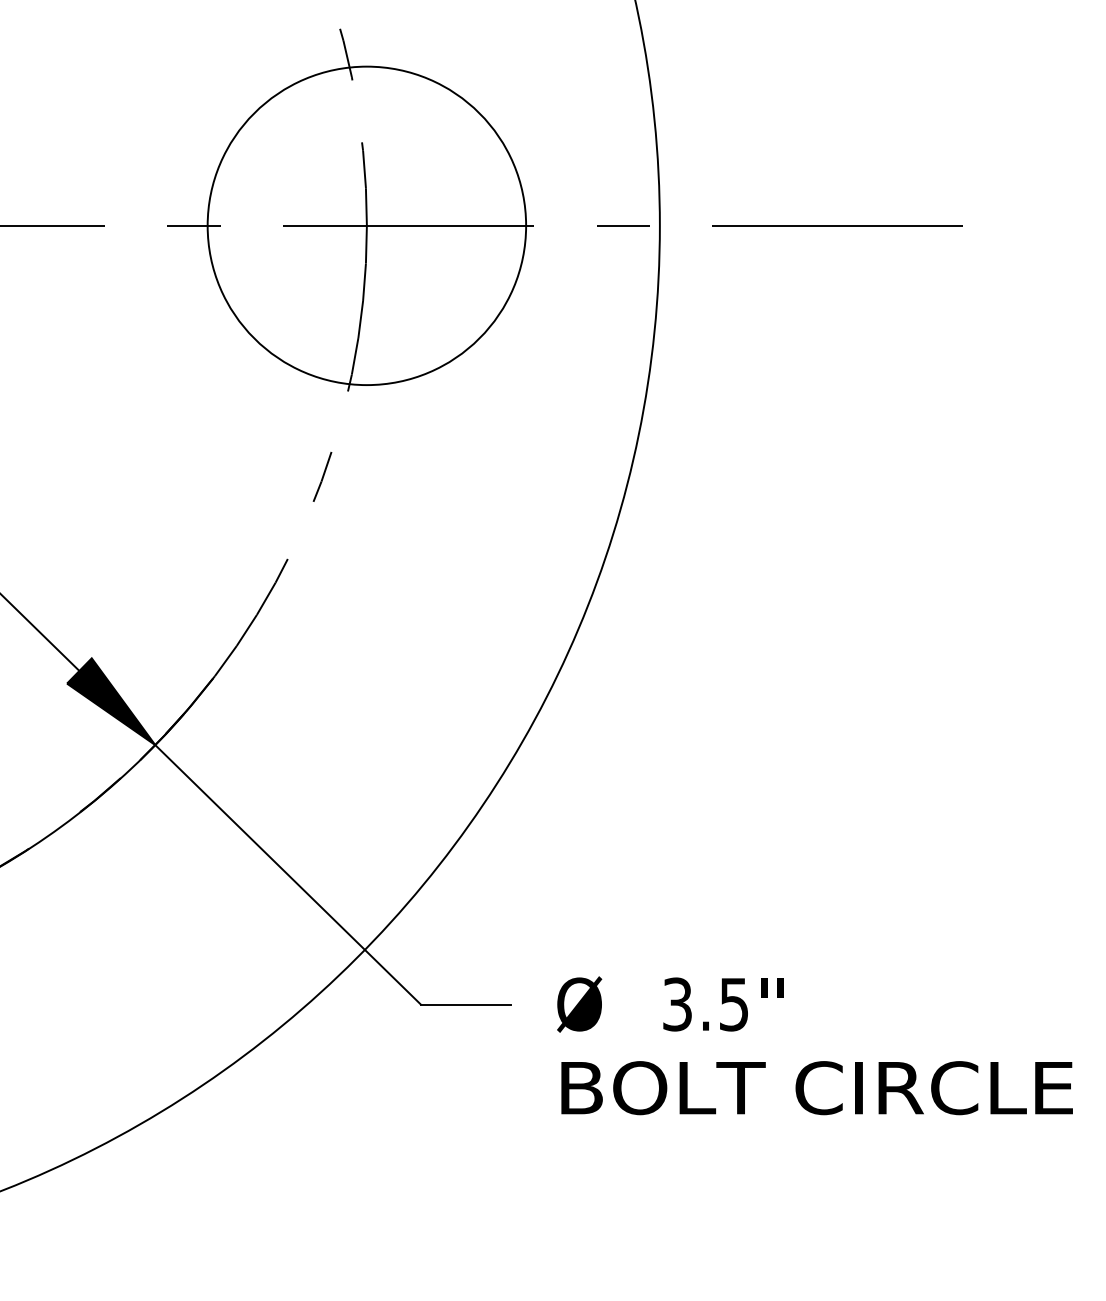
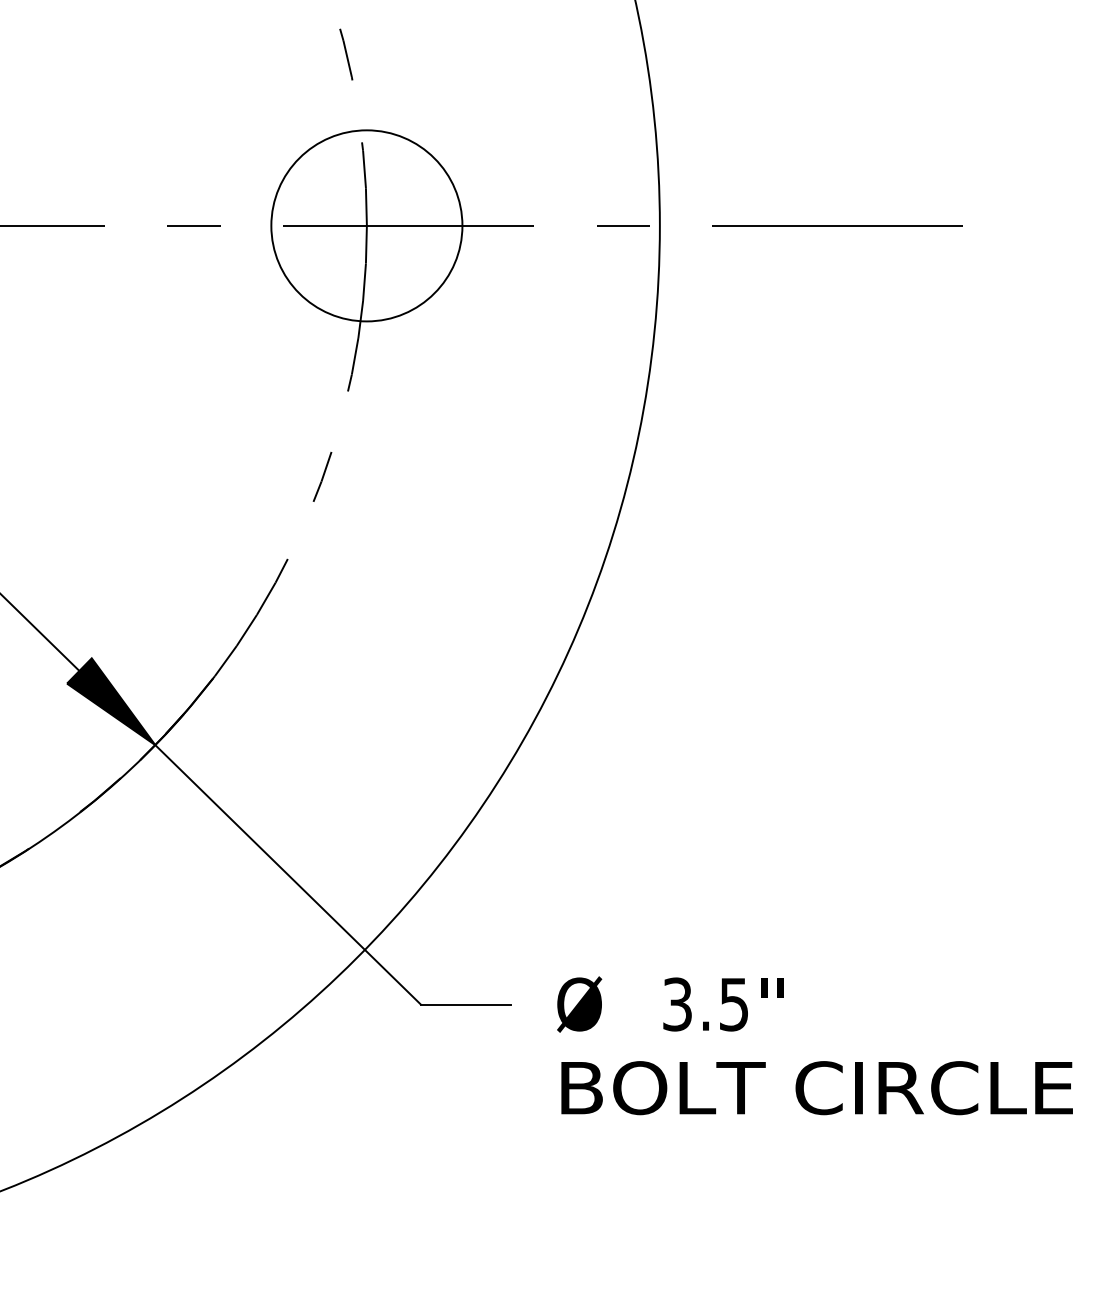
circle at (366, 225) diameter: 318 px -> 191 px
